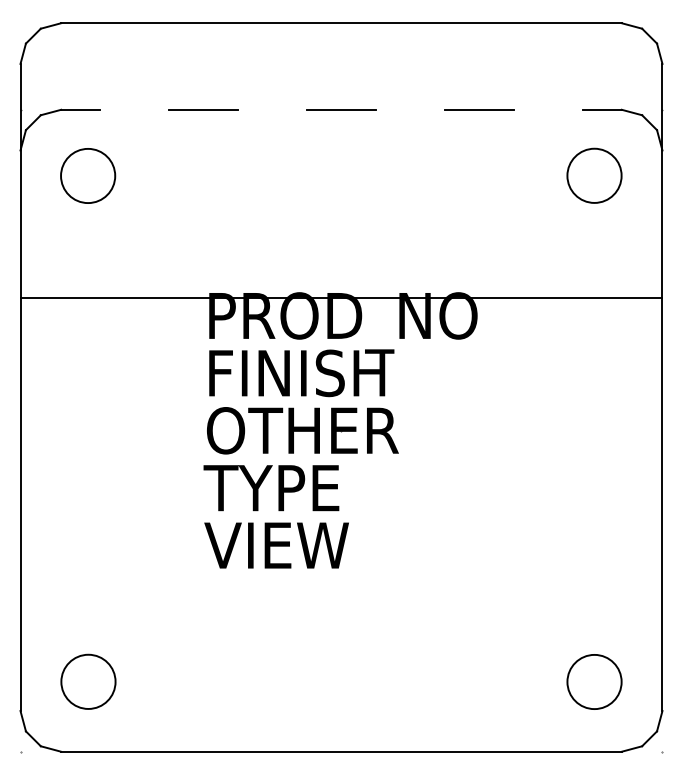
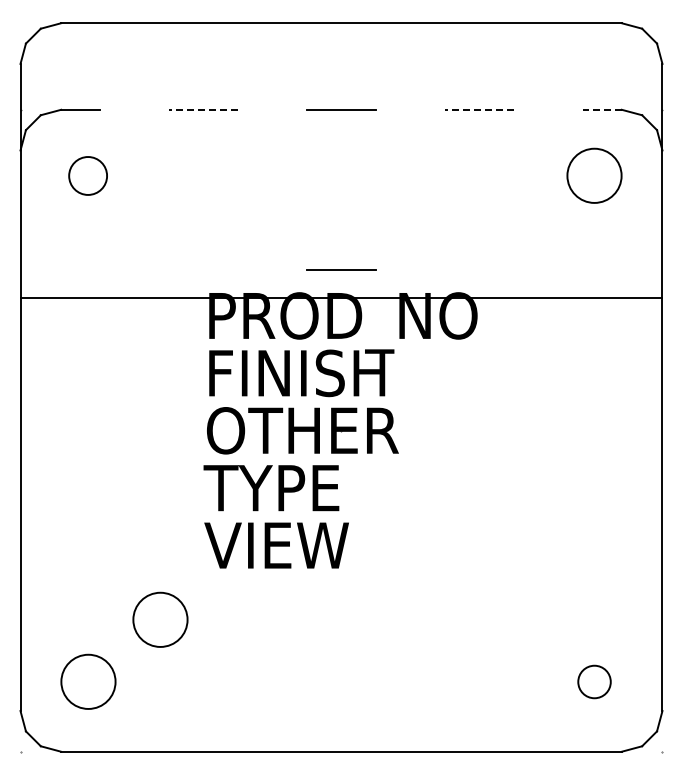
line at (203, 109): solid -> dashed
line at (478, 109): solid -> dashed
line at (602, 109): solid -> dashed
circle at (88, 175) diameter: 54 px -> 38 px
line at (341, 269): none -> present
circle at (160, 619): none -> present
circle at (594, 681) diameter: 54 px -> 33 px
